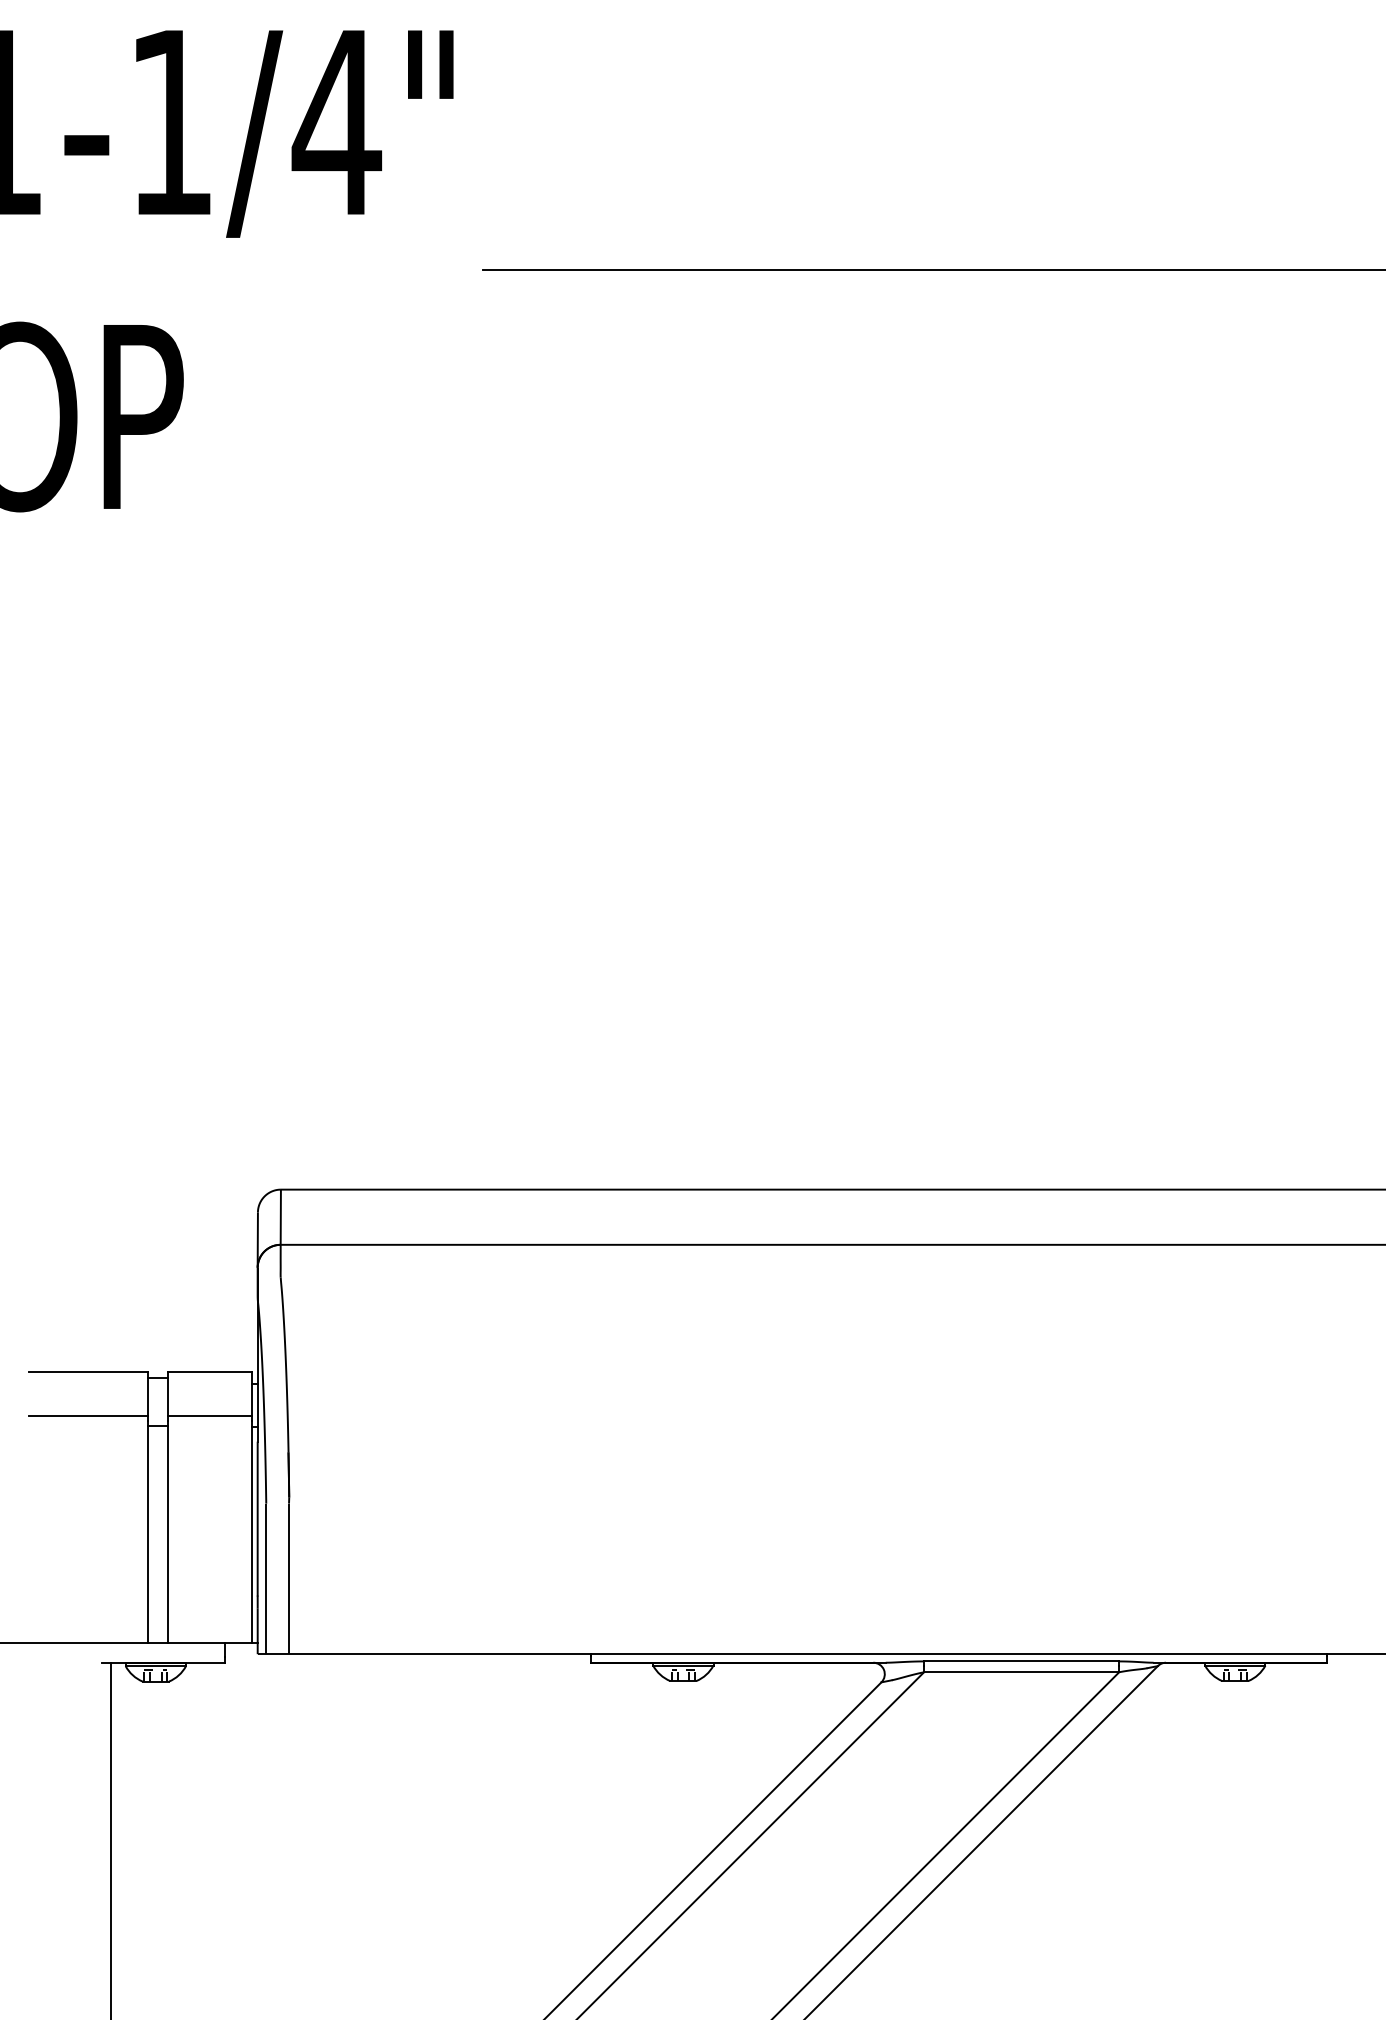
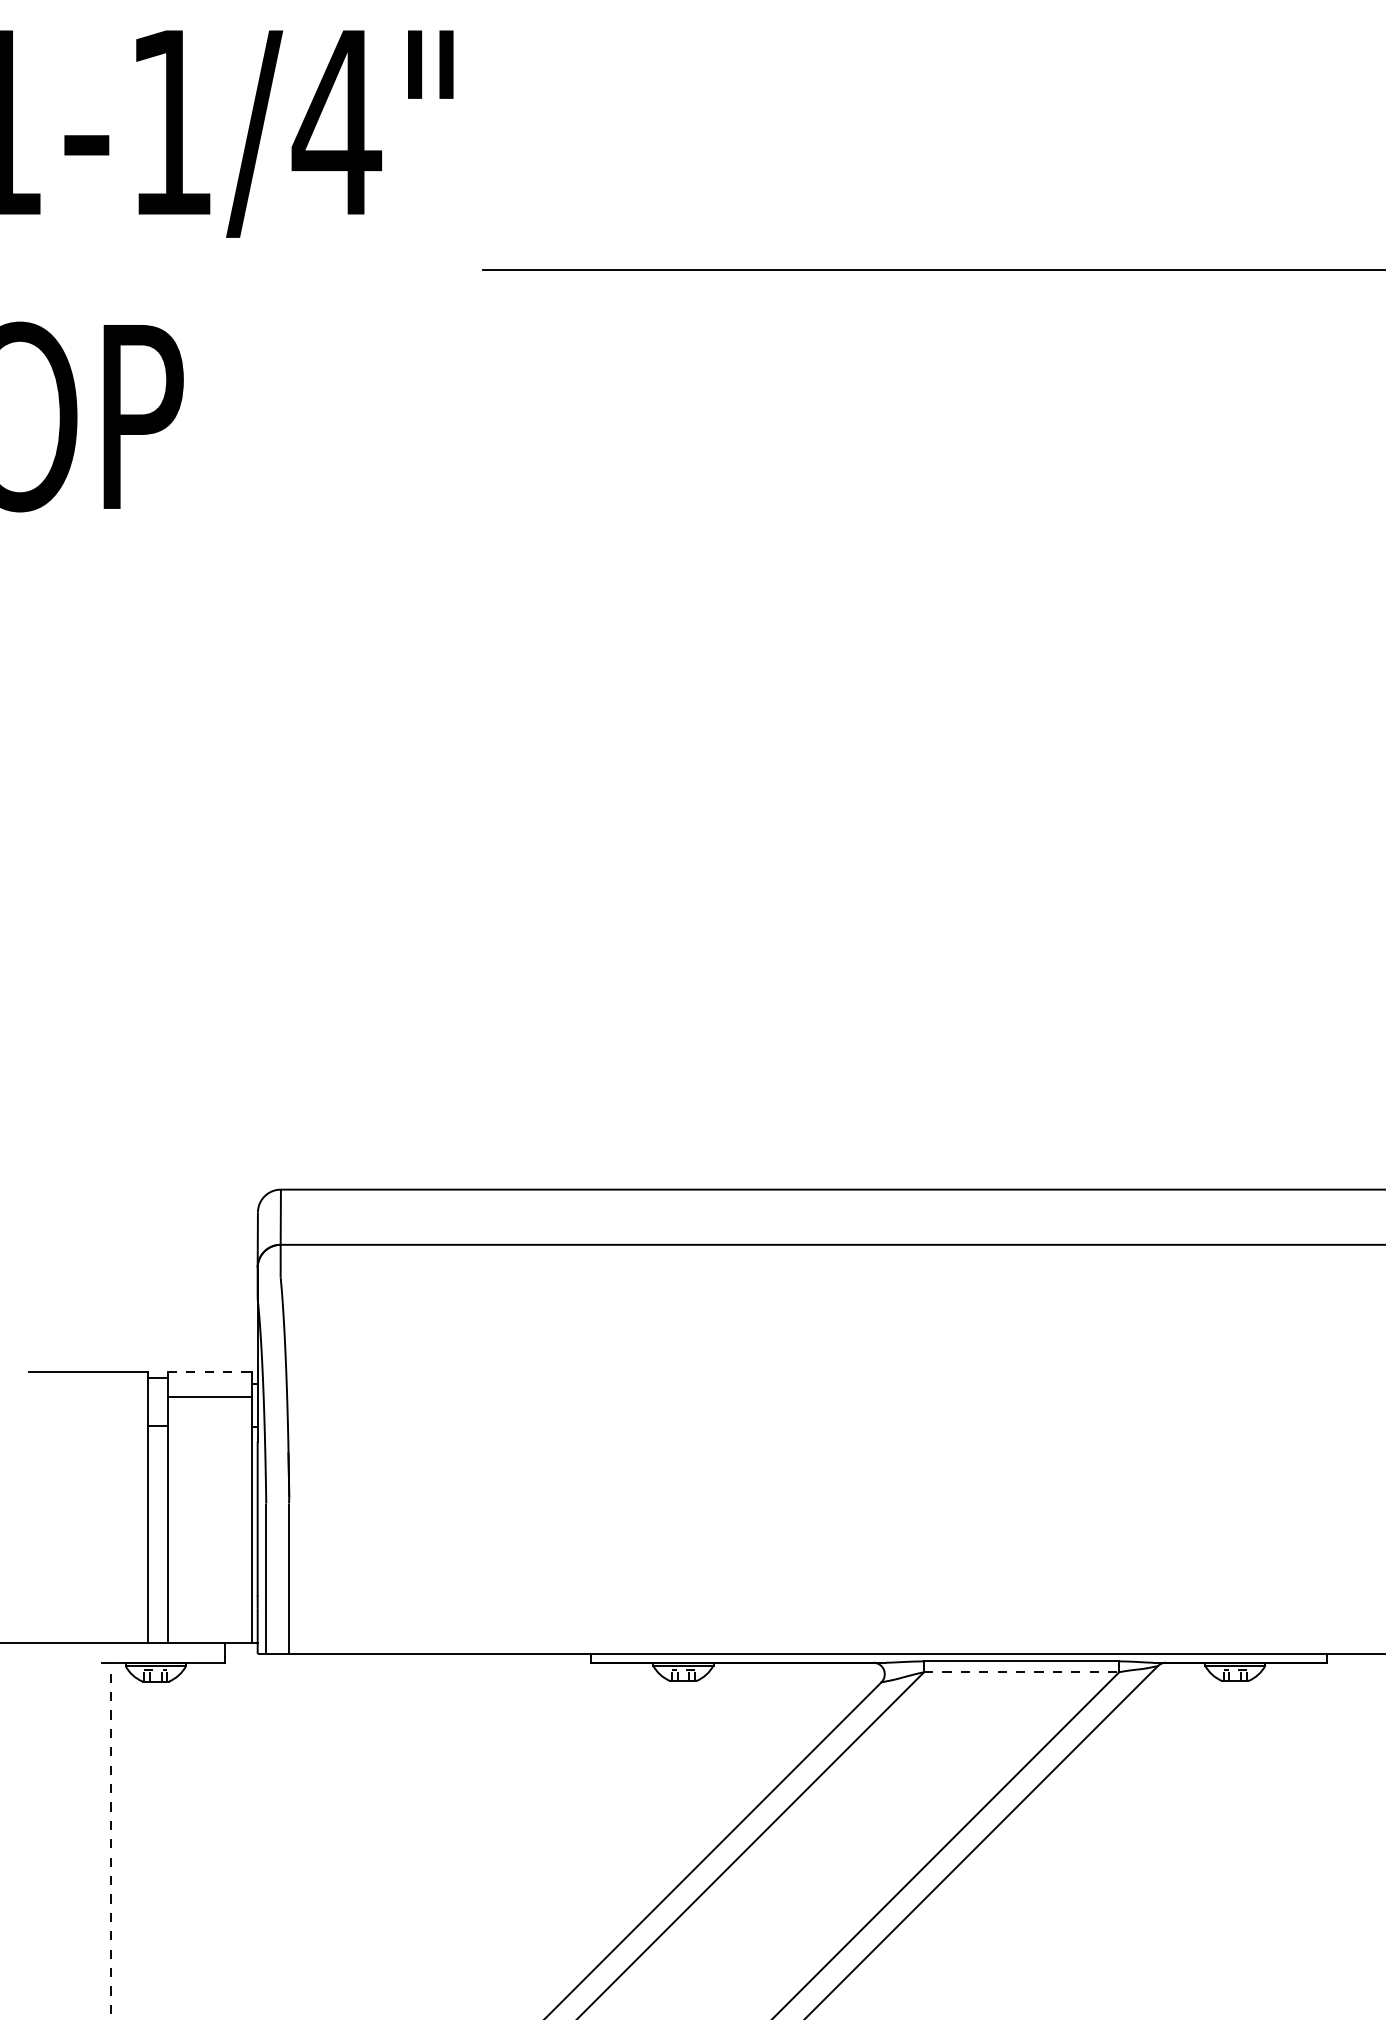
line at (210, 1372): solid -> dashed
line at (88, 1415): present -> none
line at (209, 1415) position: (209, 1415) -> (209, 1396)
line at (1021, 1672): solid -> dashed
line at (111, 1841): solid -> dashed
